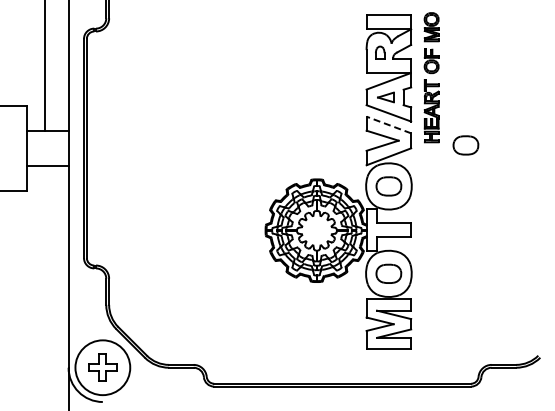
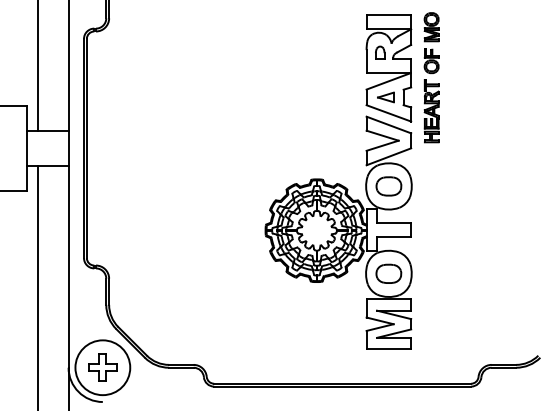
line at (44, 66) position: (44, 66) -> (37, 66)
line at (388, 125): dashed -> solid
part at (465, 145): present -> none
line at (37, 286): none -> present
